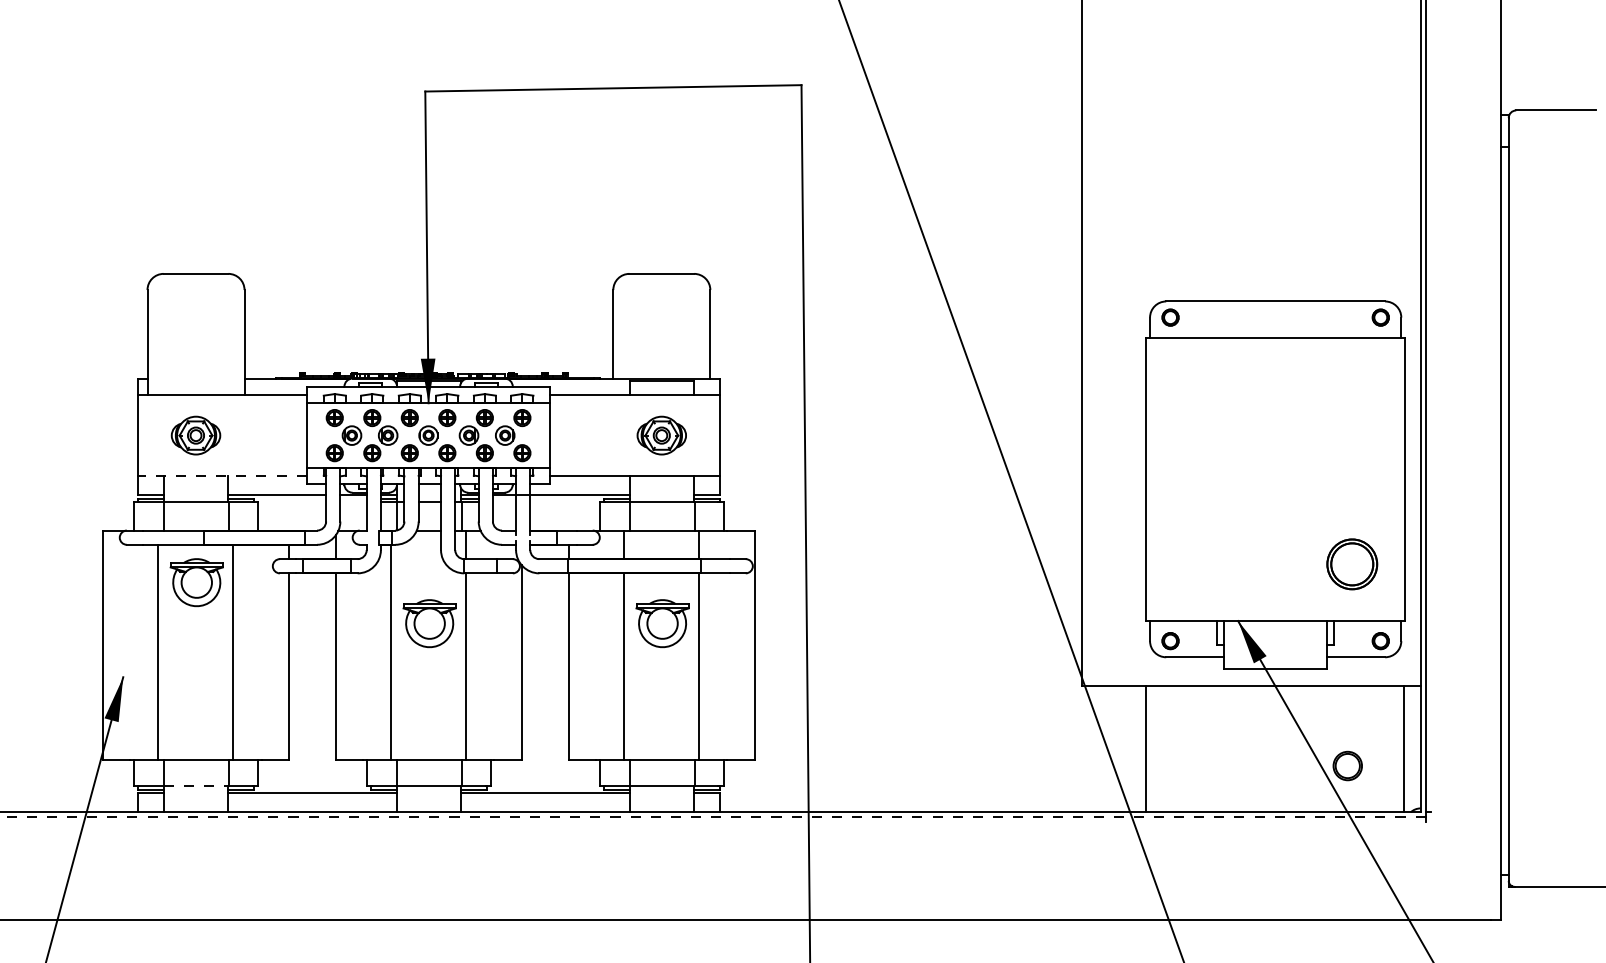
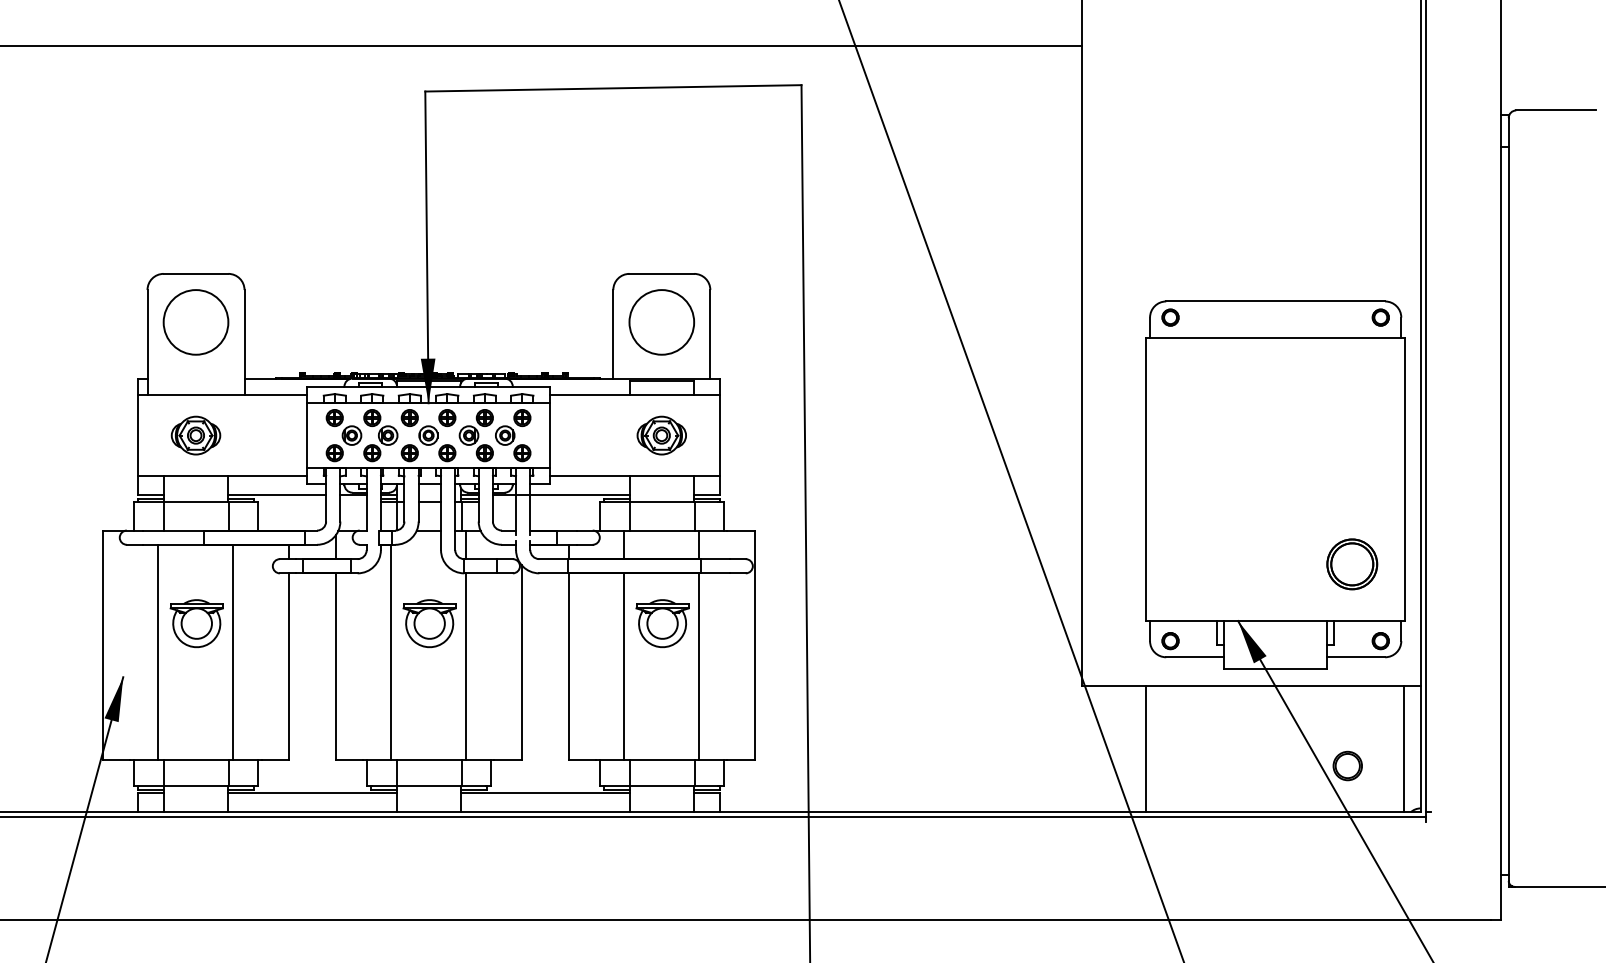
line at (541, 46): none -> present
circle at (195, 322): none -> present
circle at (661, 322): none -> present
line at (221, 476): dashed -> solid
part at (196, 582) position: (196, 582) -> (196, 623)
line at (196, 785): dashed -> solid
line at (712, 817): dashed -> solid
